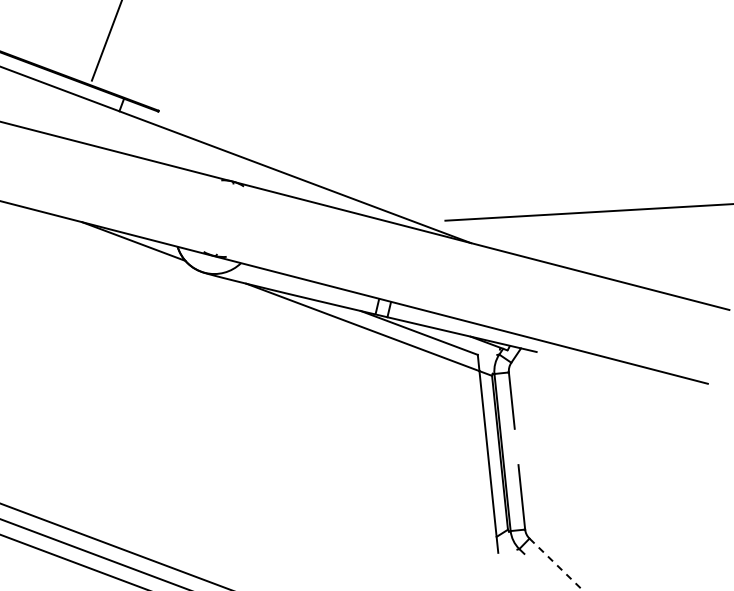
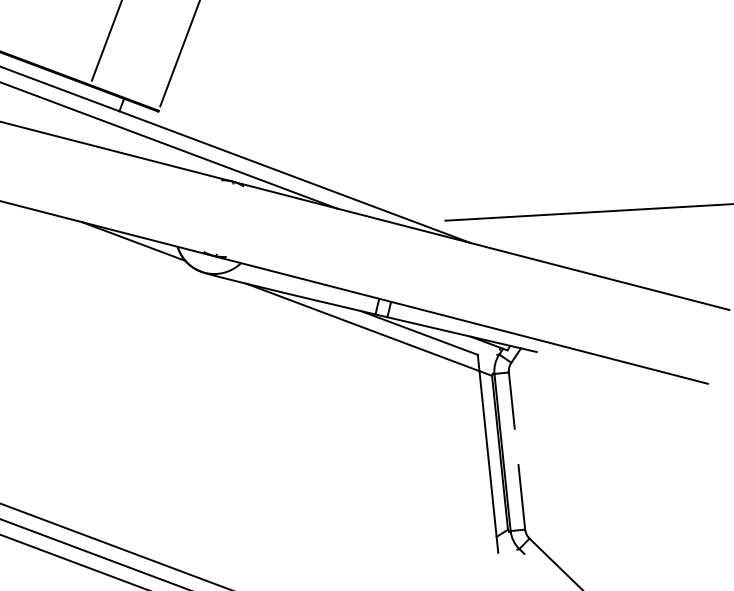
line at (179, 54): none -> present
line at (169, 145): none -> present
line at (556, 565): dashed -> solid
